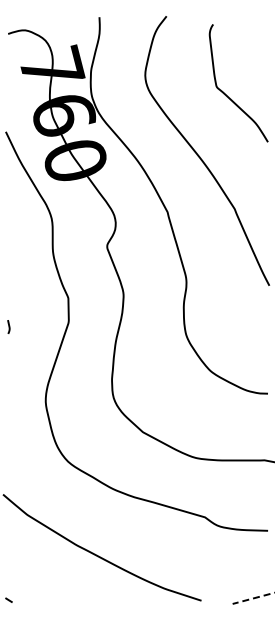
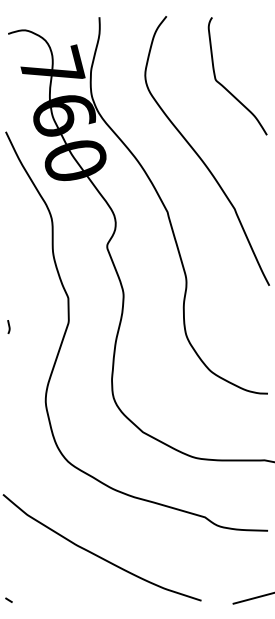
curve at (226, 94) position: (226, 94) -> (225, 87)
line at (253, 598): dashed -> solid
